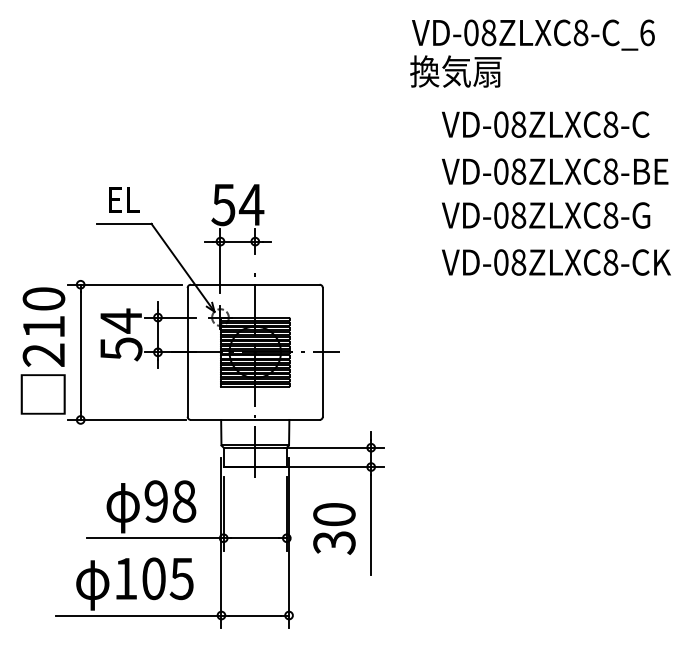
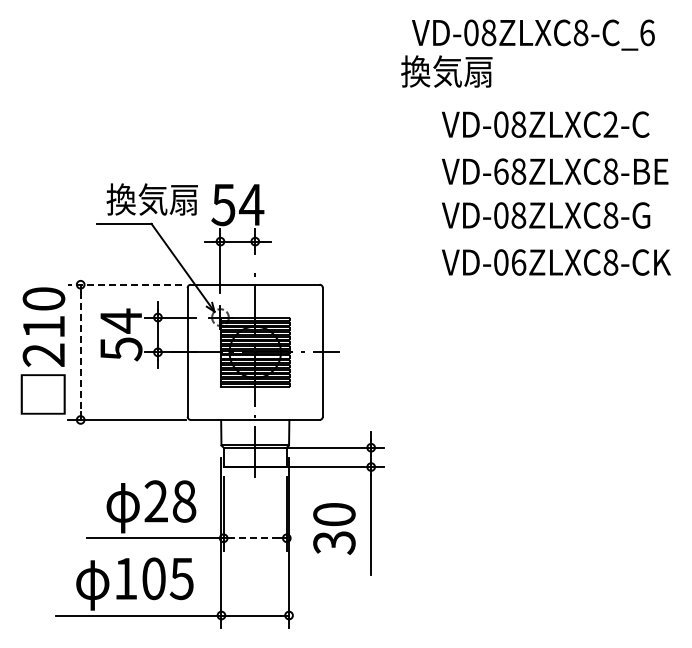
text at (455, 71) position: (455, 71) -> (446, 71)
text at (610, 124): VD-08ZLXC8-C -> VD-08ZLXC2-C
text at (501, 171): VD-08ZLXC8-BE -> VD-68ZLXC8-BE
text at (151, 199): EL -> 換気扇
text at (518, 262): VD-08ZLXC8-CK -> VD-06ZLXC8-CK
line at (124, 284): solid -> dashed
line at (80, 352): solid -> dashed
text at (155, 501): 98 -> 28
line at (255, 538): solid -> dashed
